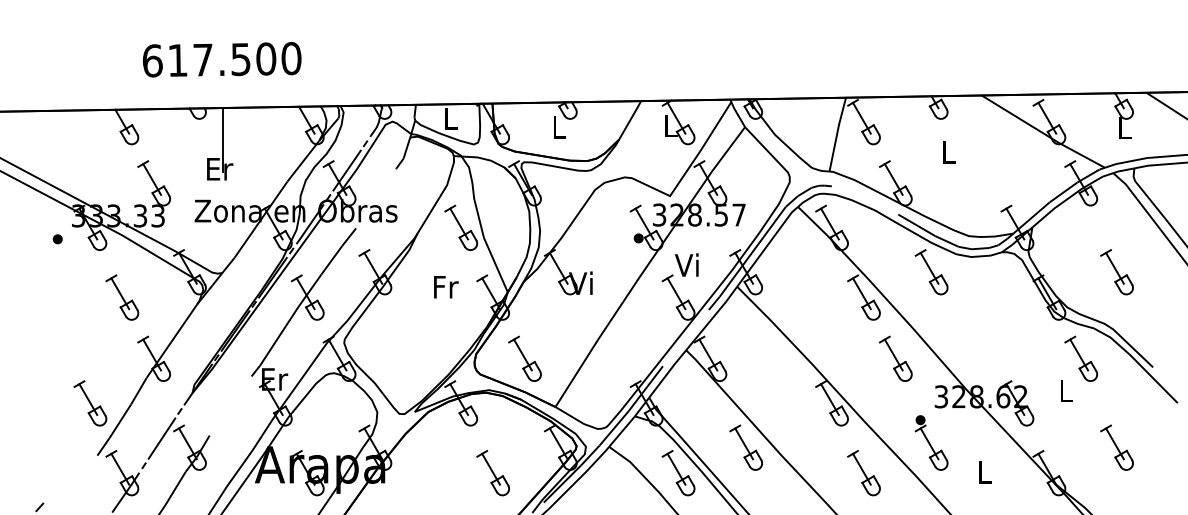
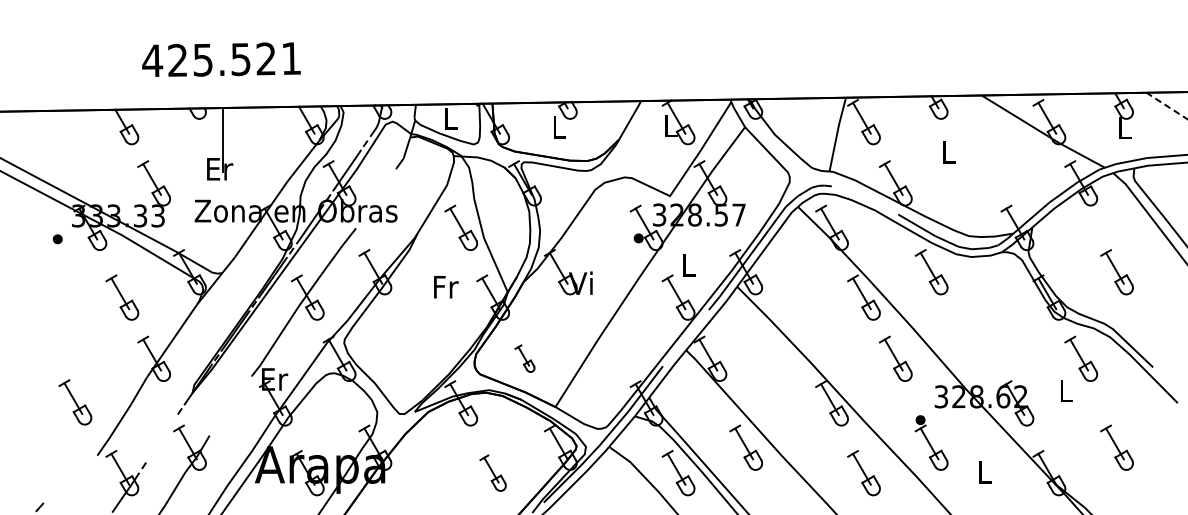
text at (221, 59): 617.500 -> 425.521
line at (1167, 106): solid -> dashed
text at (686, 264): Vi -> L
part at (524, 358) size: 34x47 px -> 22x29 px
part at (90, 403) position: (90, 403) -> (75, 402)
line at (161, 438): present -> none
part at (492, 473) size: 34x47 px -> 28x38 px
